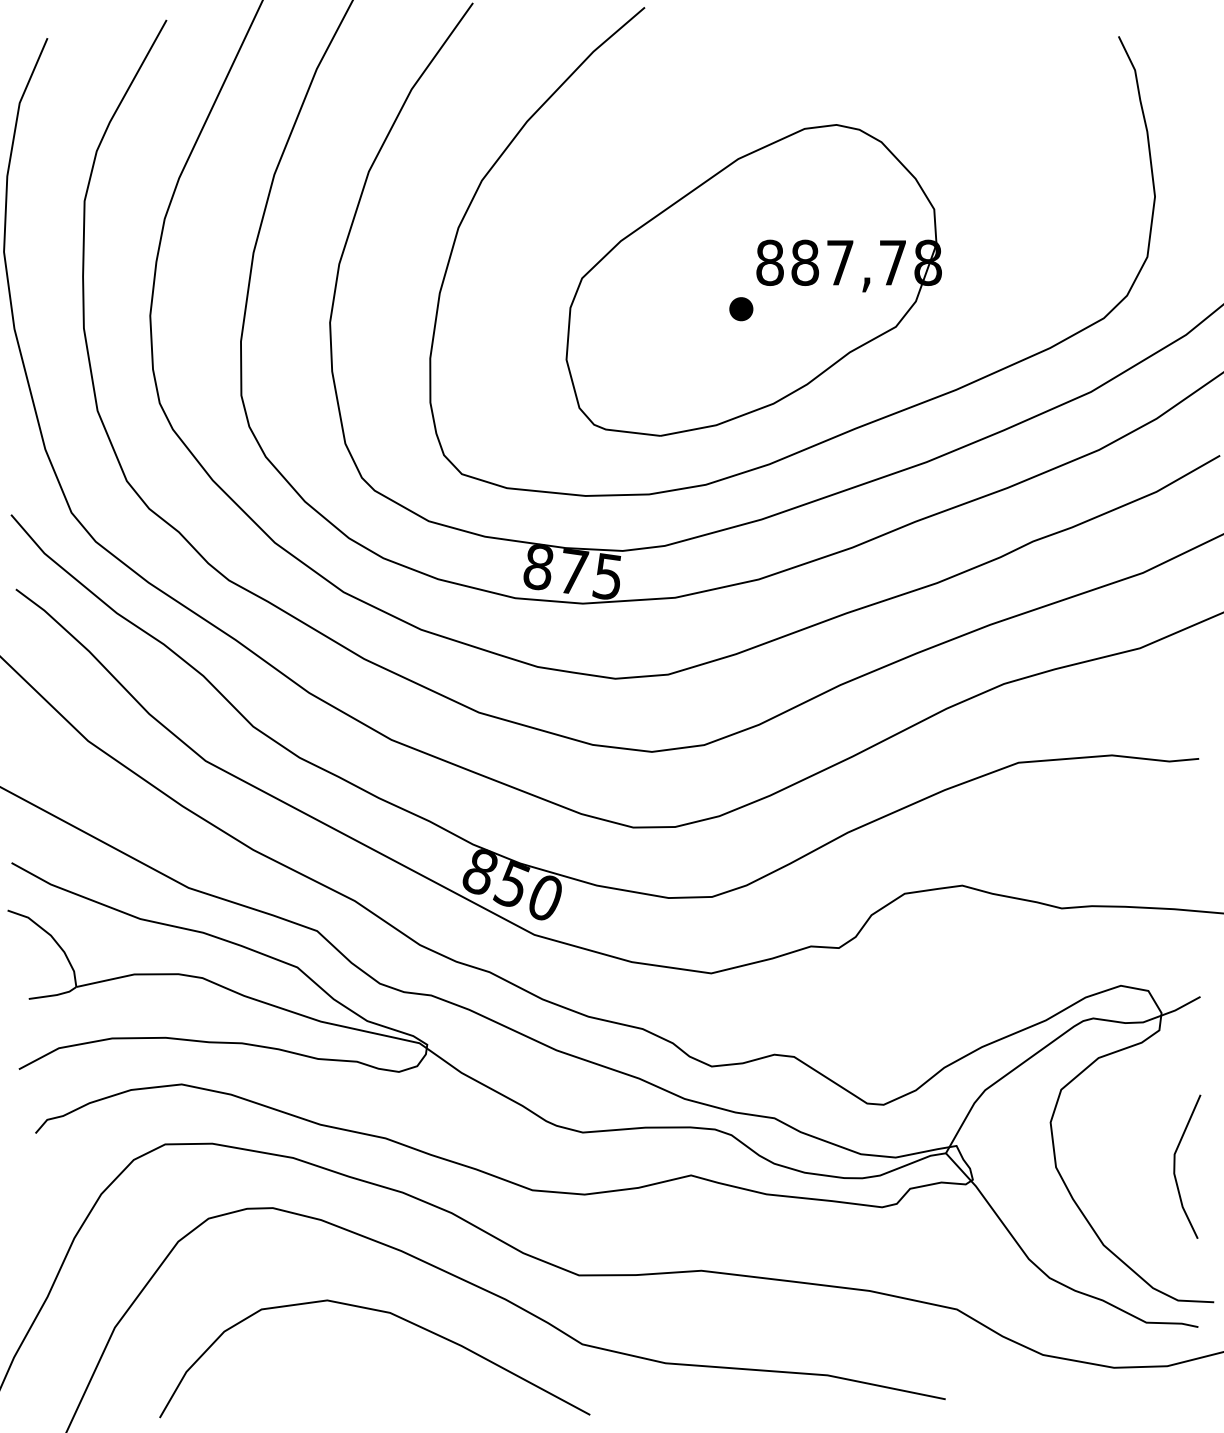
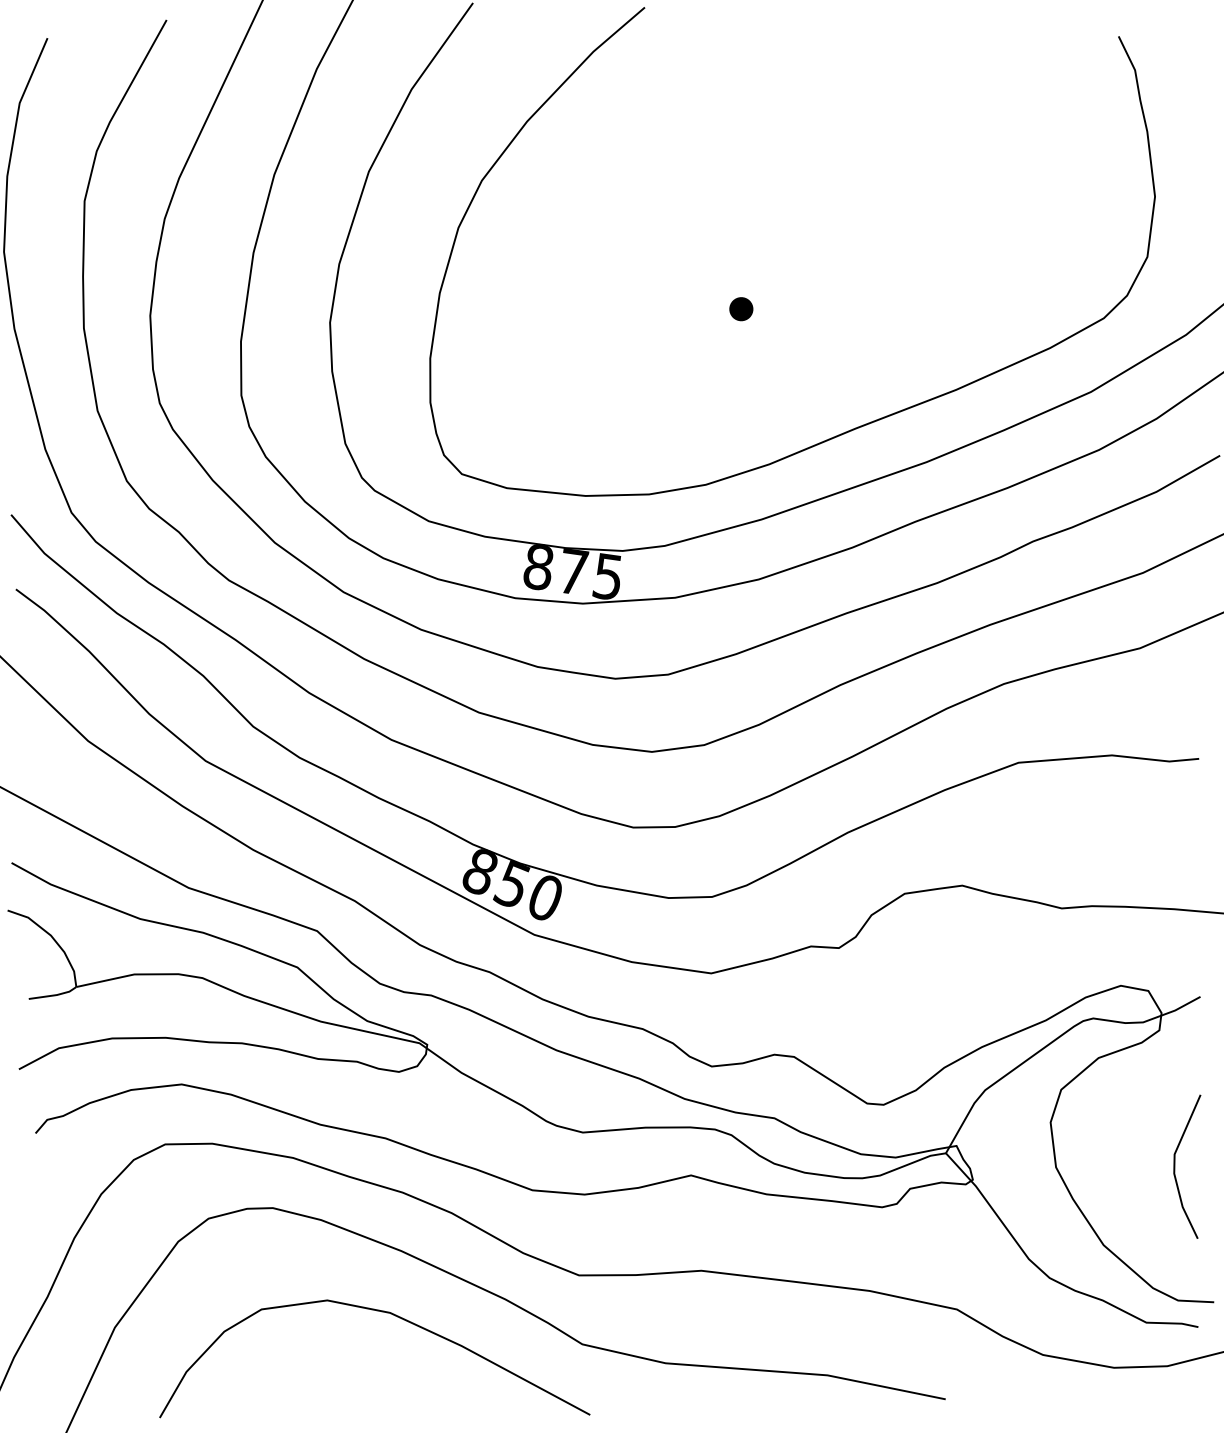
part at (753, 280): present -> none
